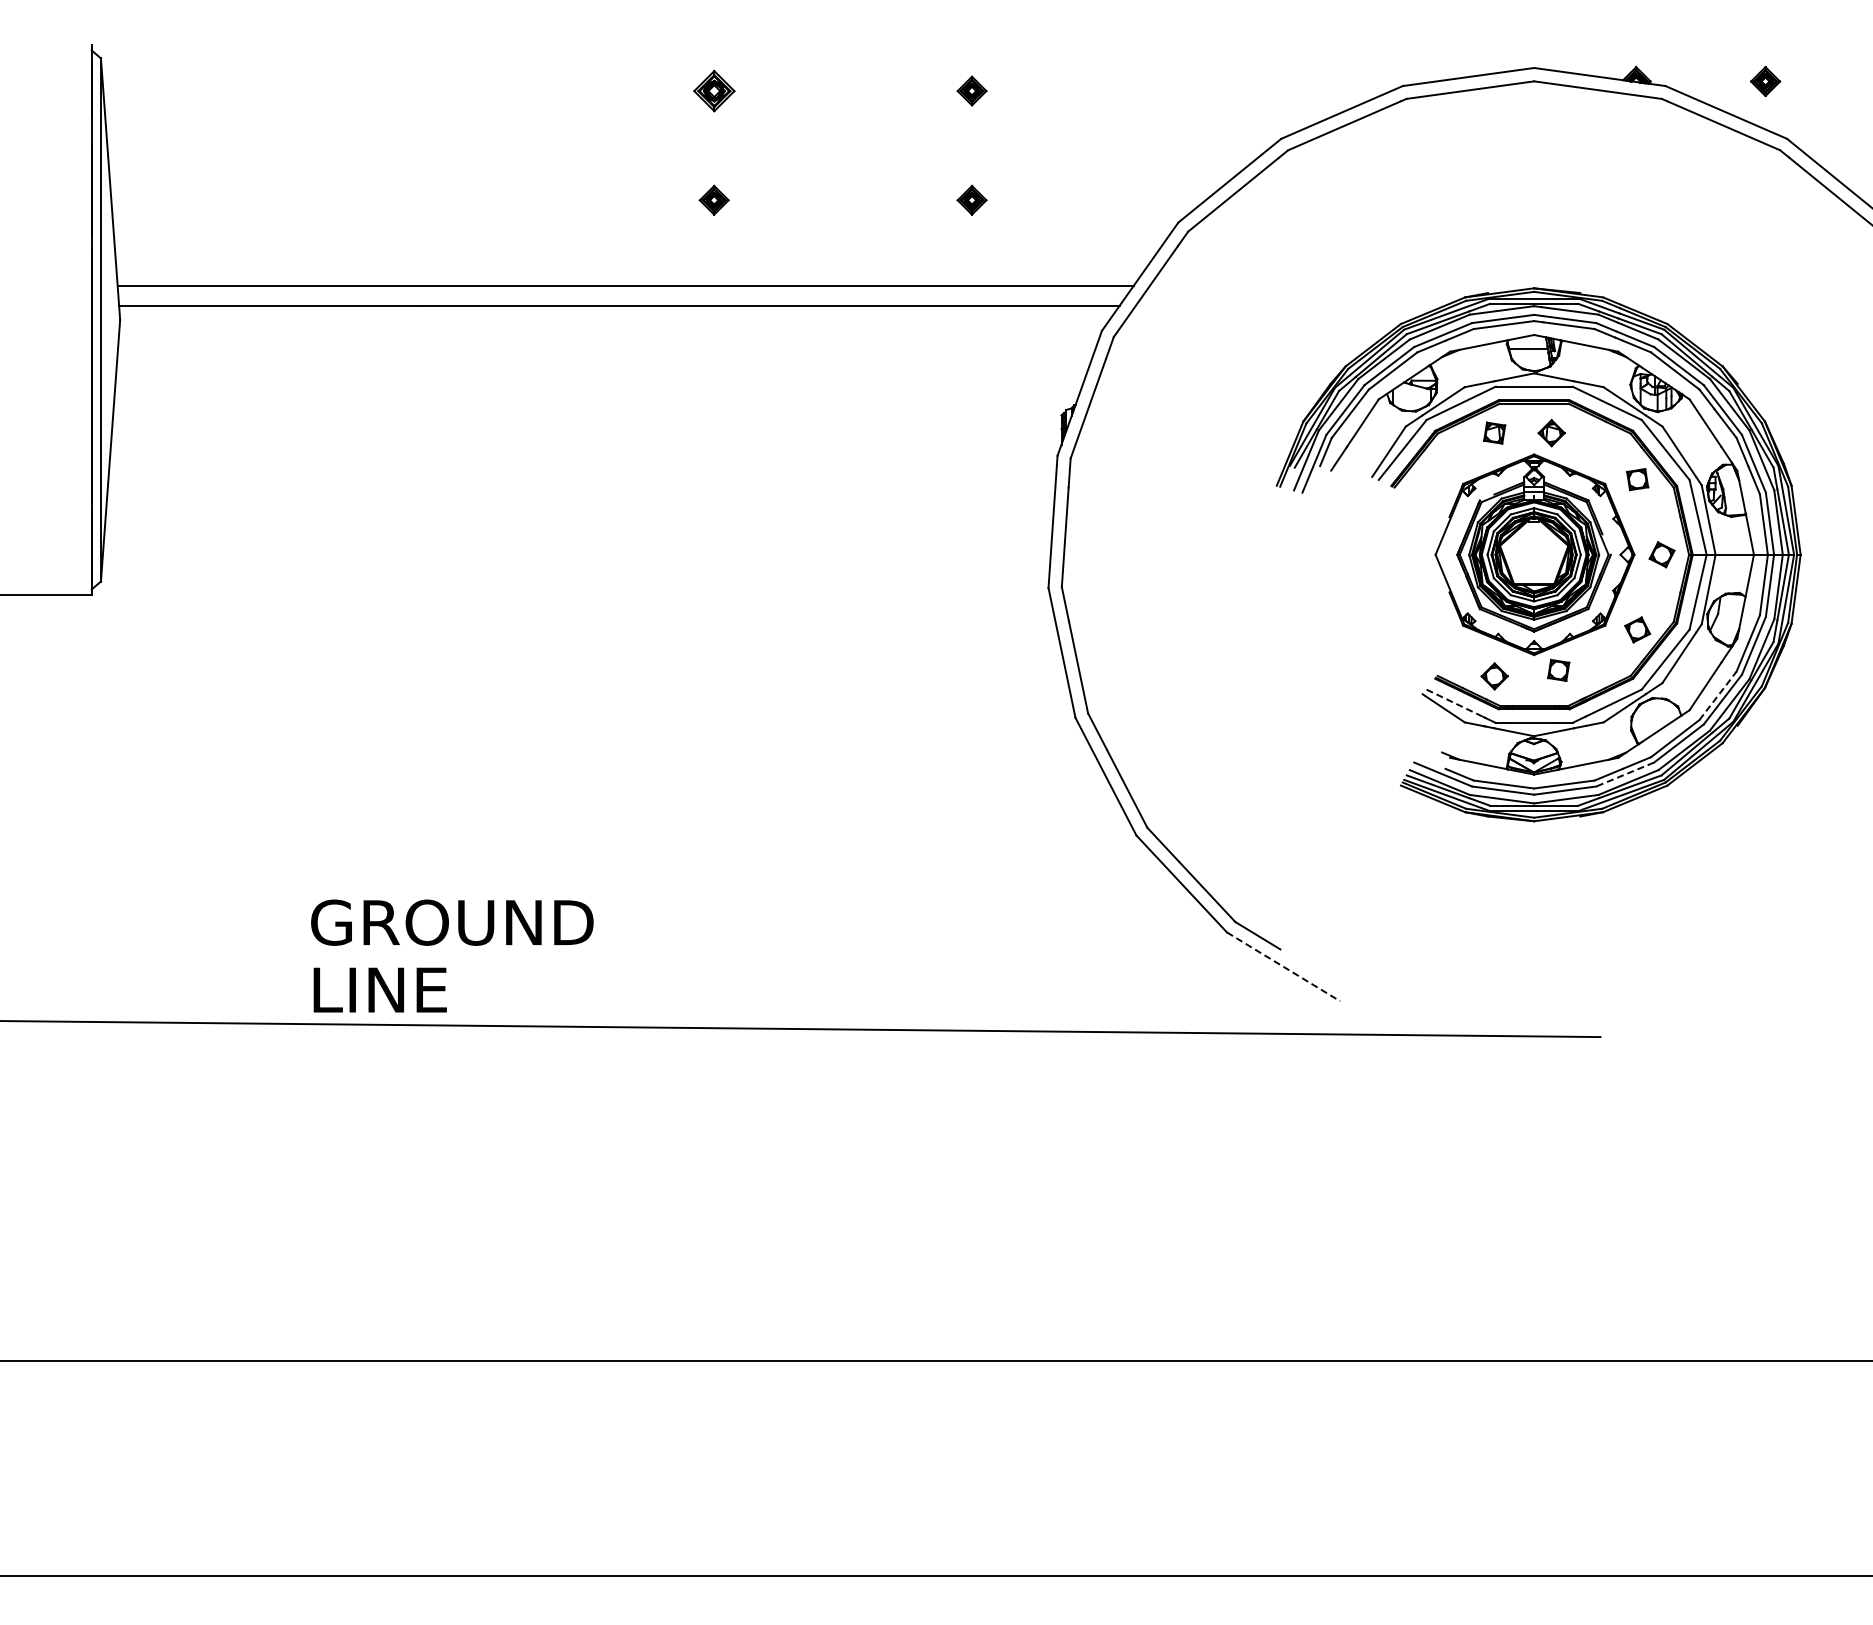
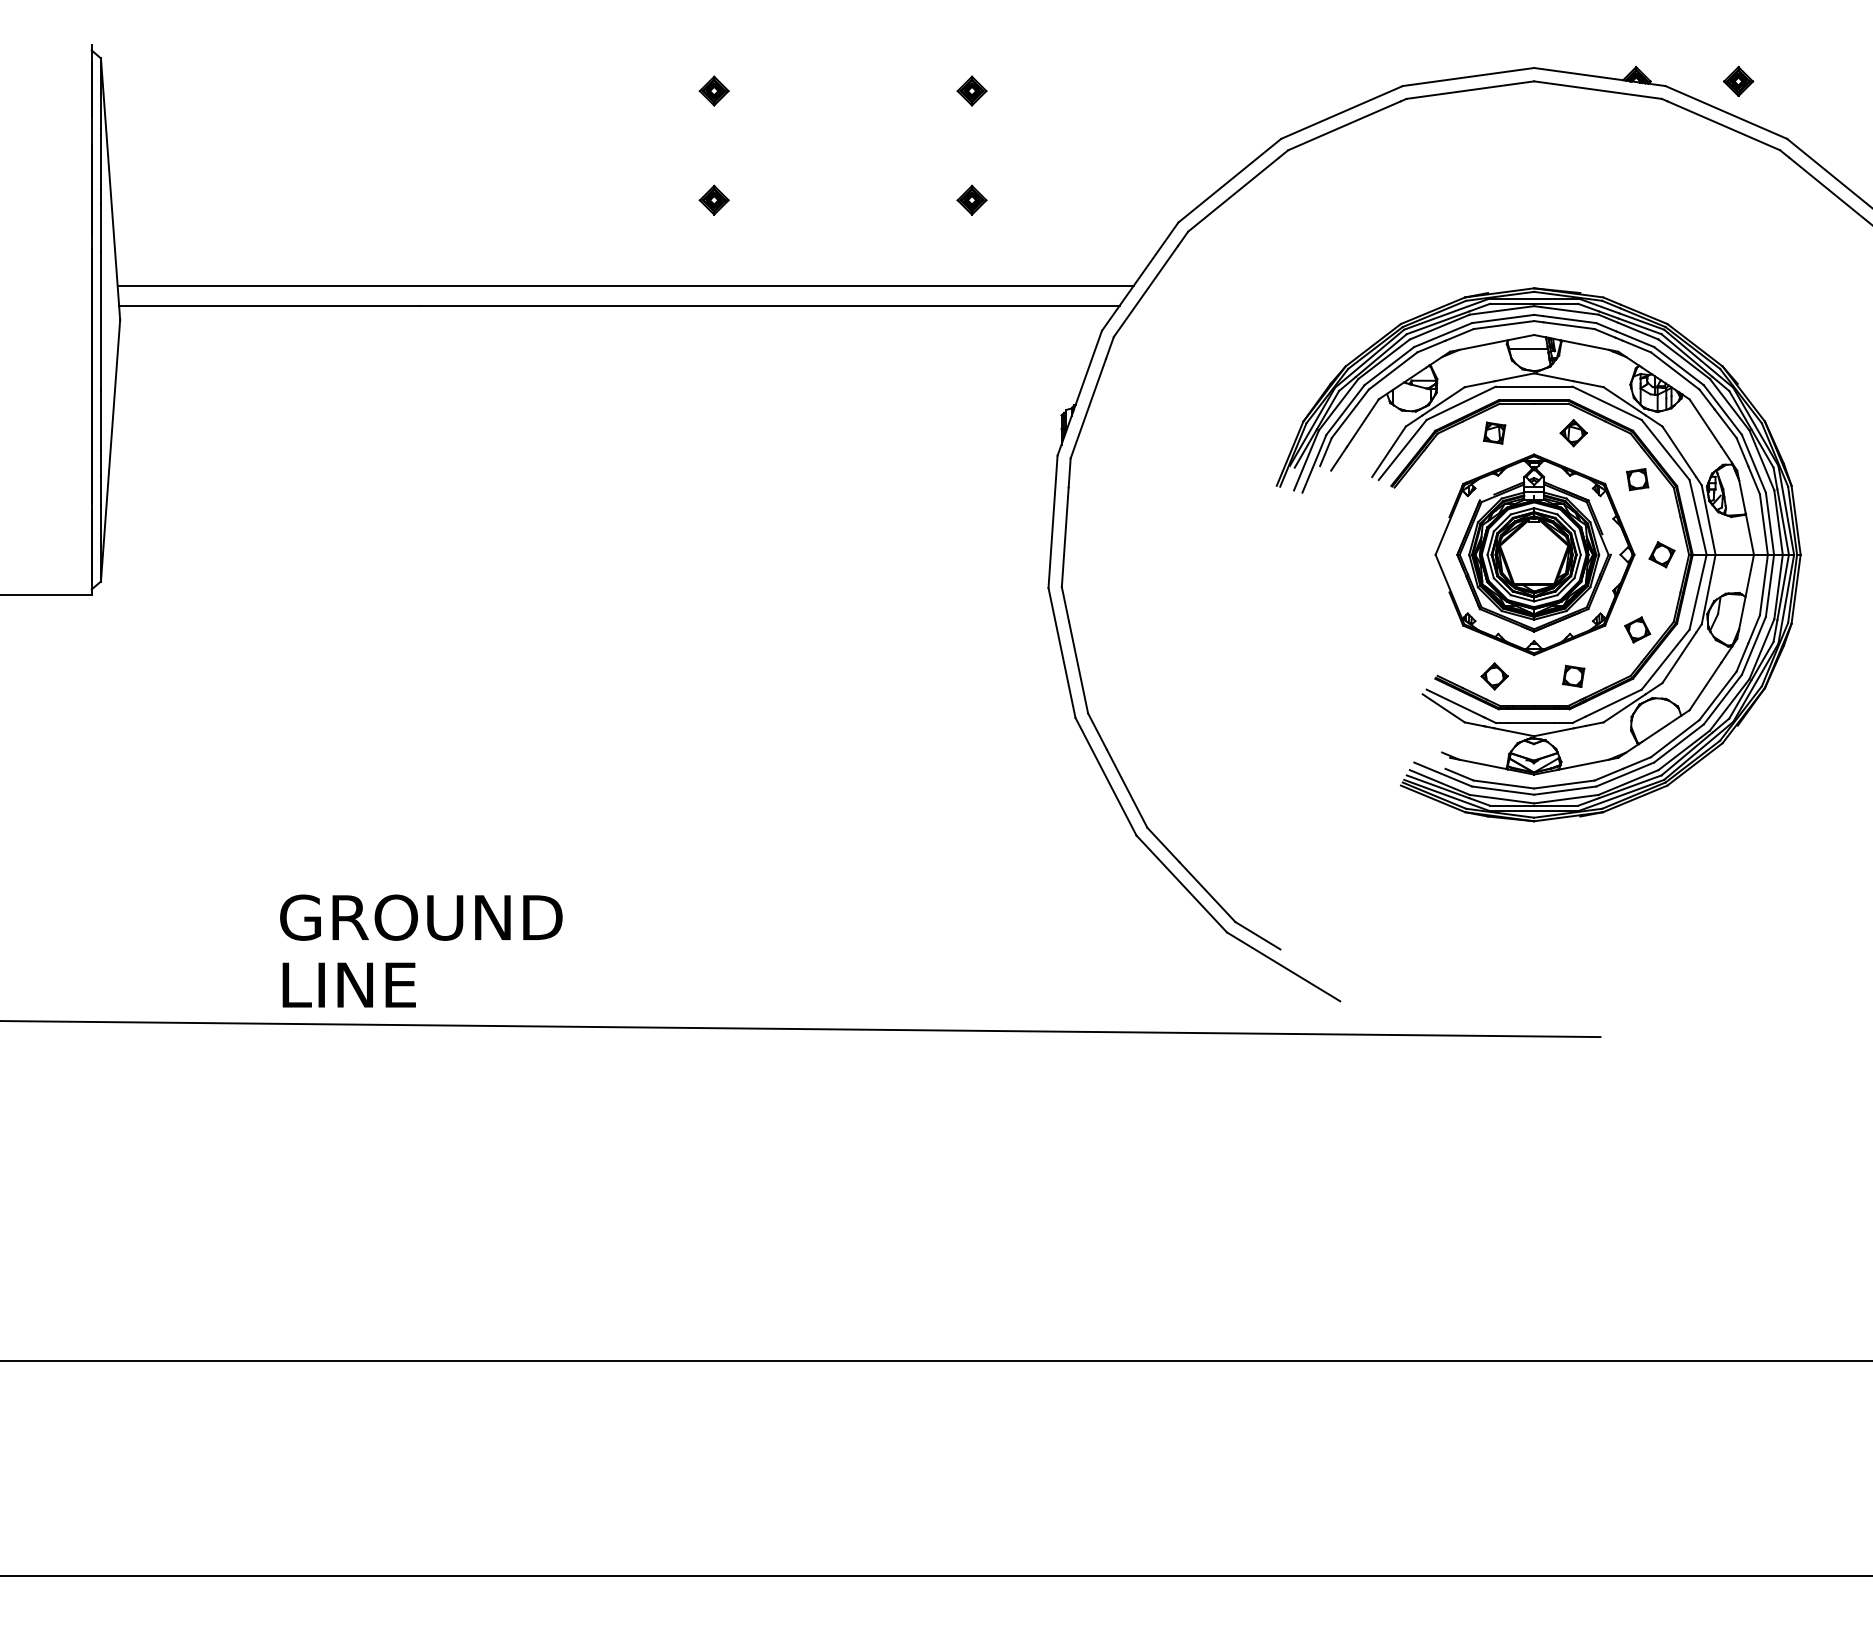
part at (1765, 81) position: (1765, 81) -> (1738, 81)
part at (714, 90) size: 43x44 px -> 32x32 px
part at (1551, 433) position: (1551, 433) -> (1573, 433)
part at (1558, 669) position: (1558, 669) -> (1573, 675)
line at (1718, 695): dashed -> solid
line at (1455, 703): dashed -> solid
line at (1624, 774): dashed -> solid
text at (452, 955) position: (452, 955) -> (421, 950)
line at (1284, 967): dashed -> solid
